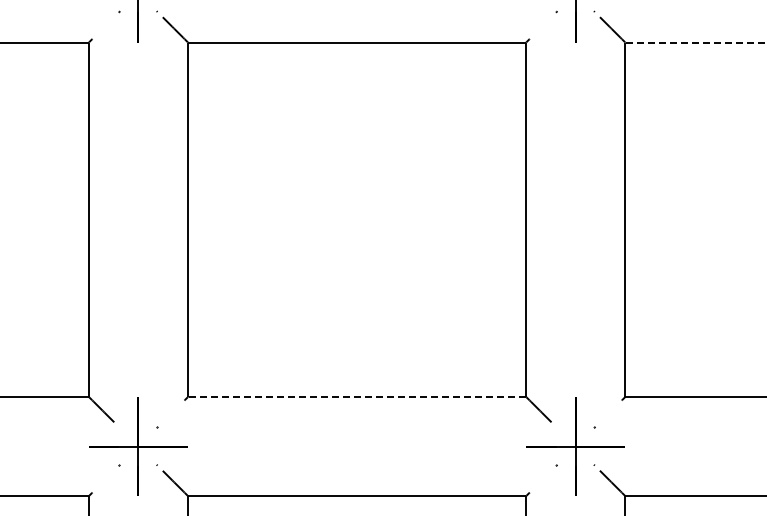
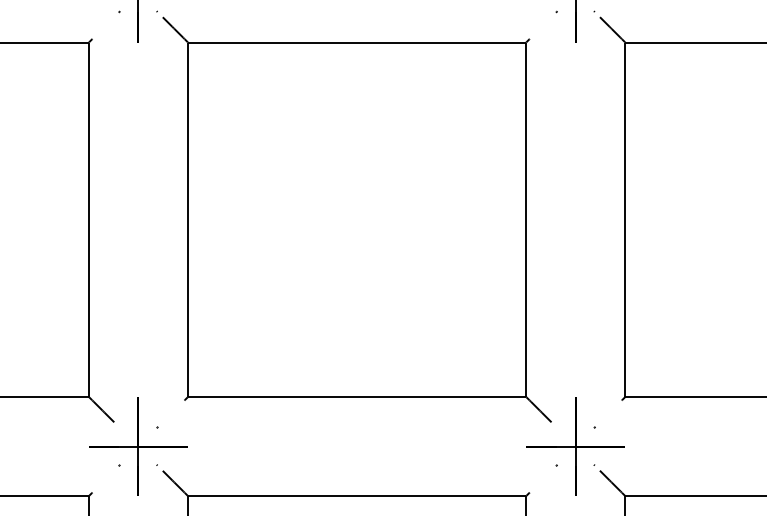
line at (695, 42): dashed -> solid
line at (357, 396): dashed -> solid
